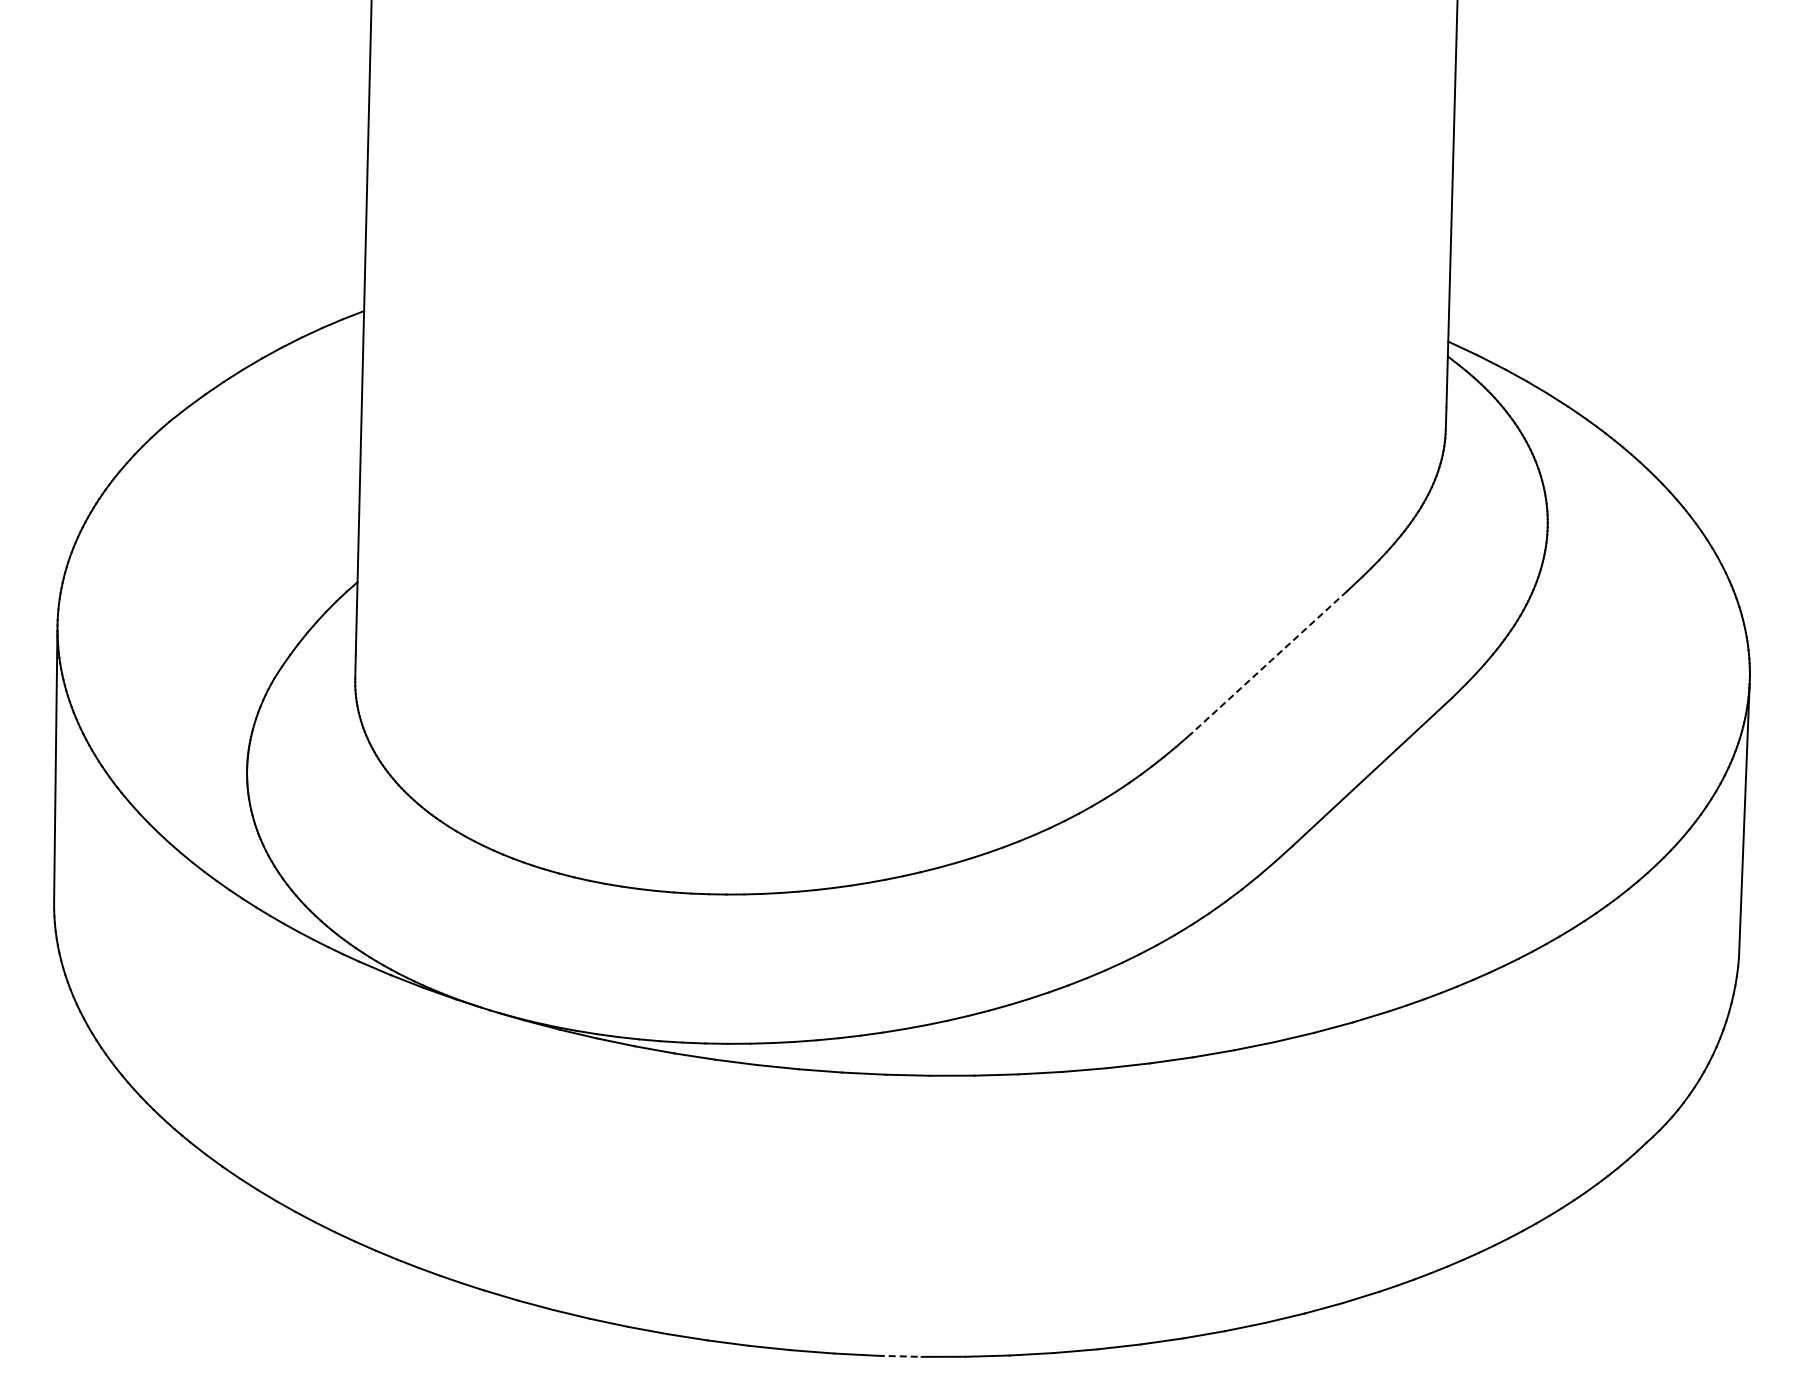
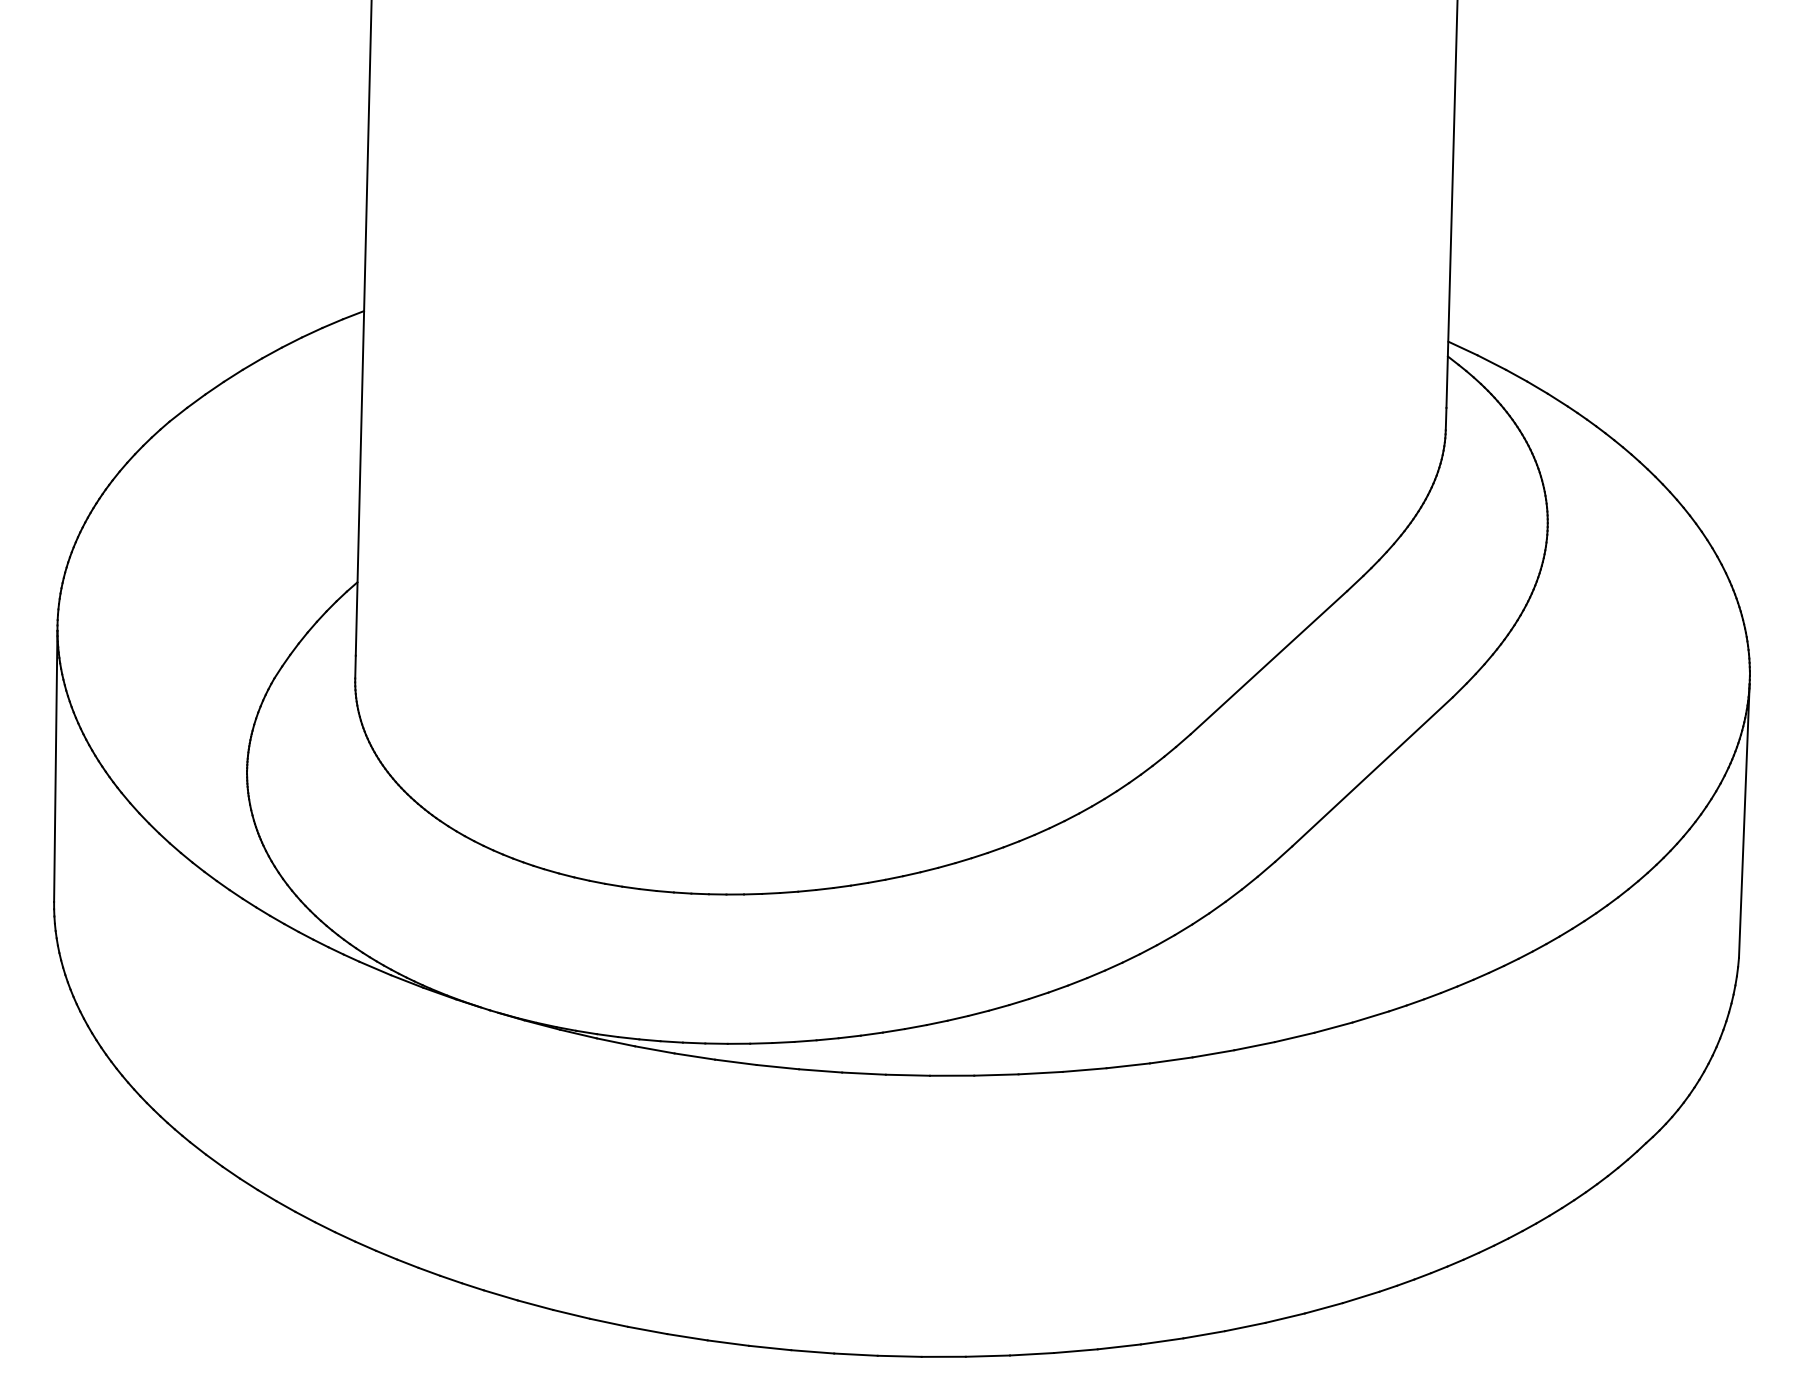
line at (1268, 663): dashed -> solid
line at (899, 1356): dashed -> solid
